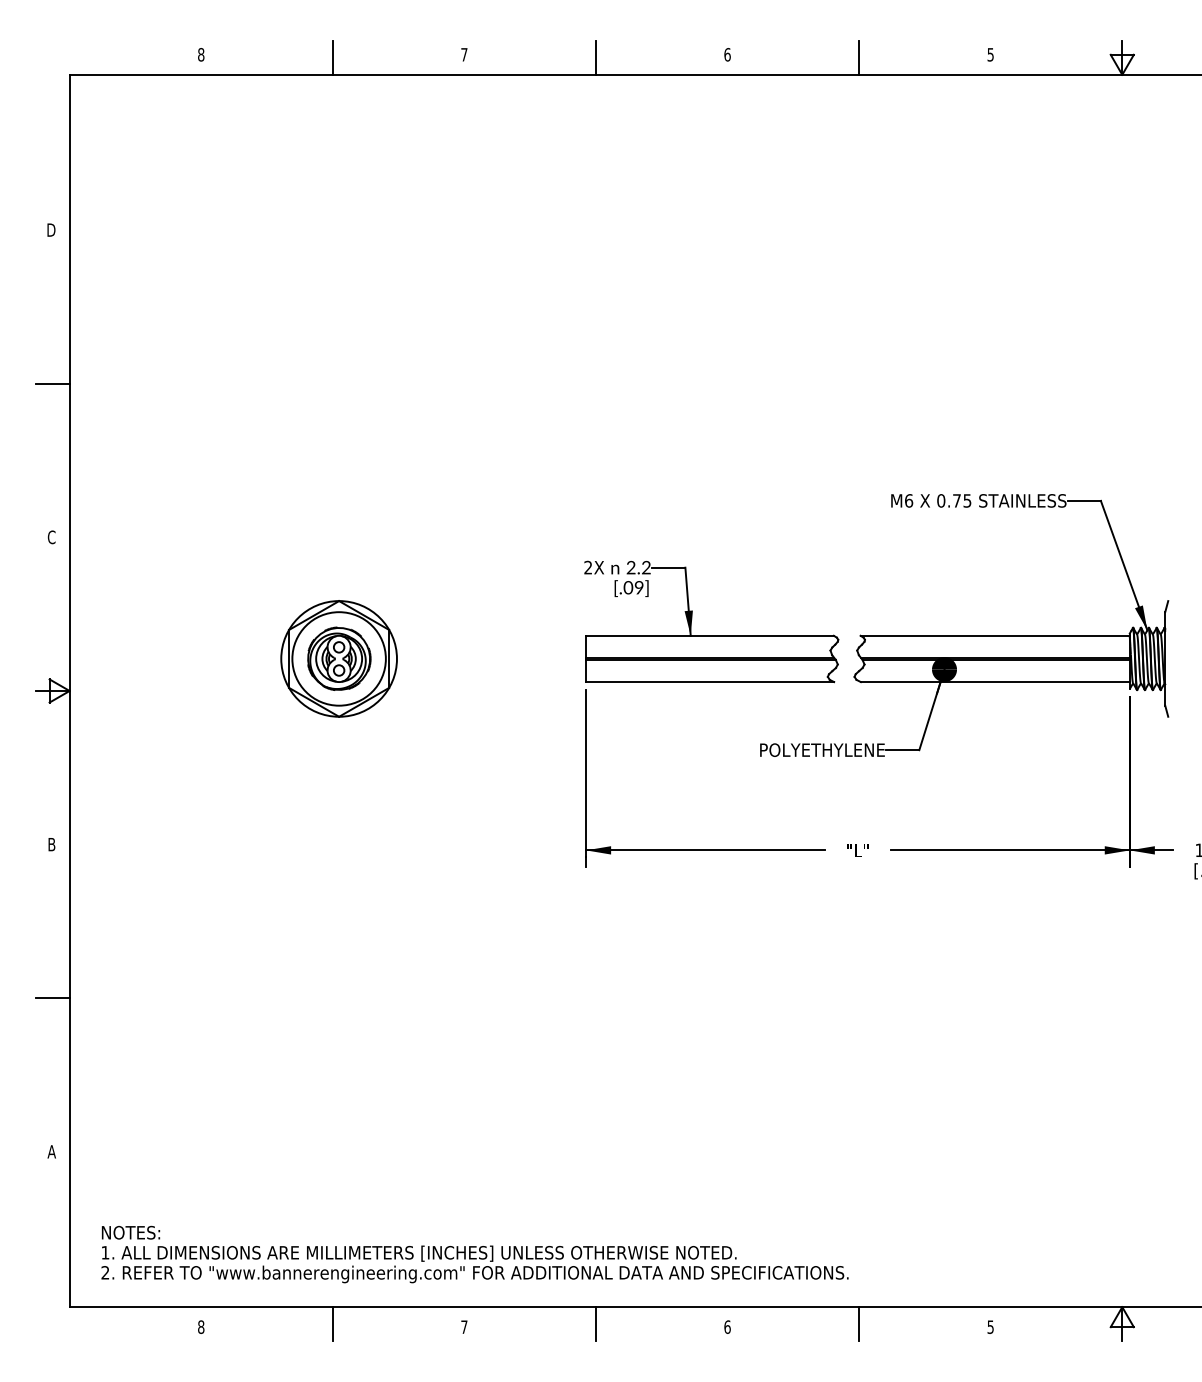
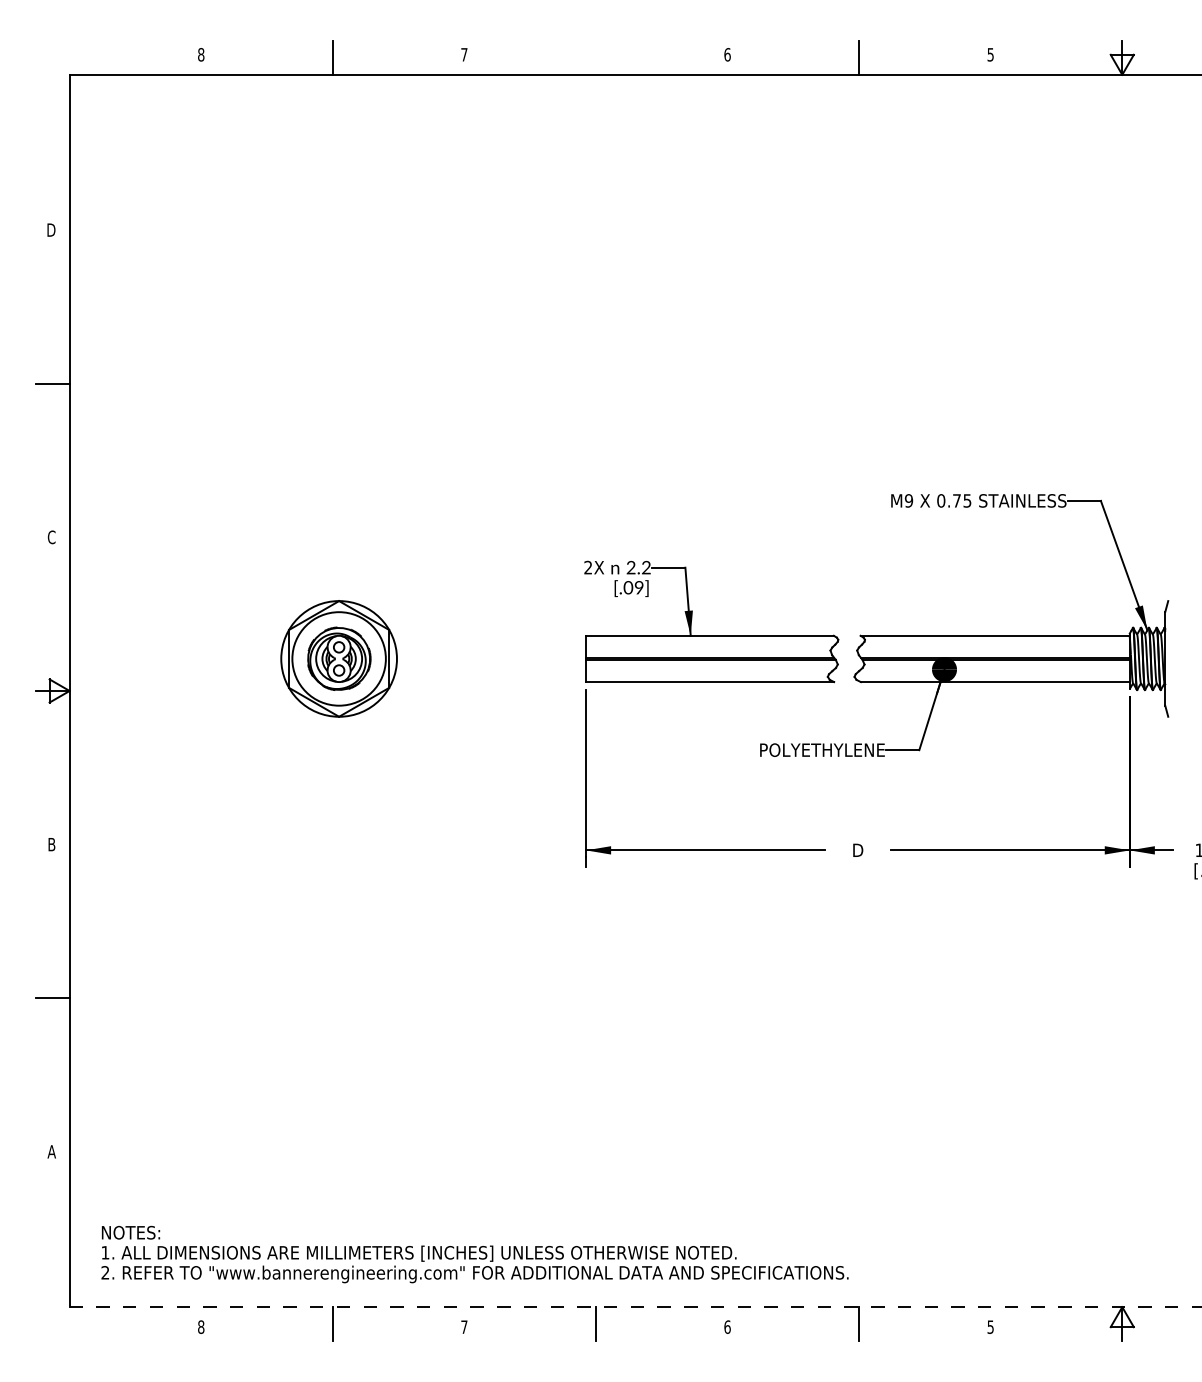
line at (595, 57): present -> none
text at (908, 500): M6 -> M9
text at (857, 849): "L" -> D
line at (635, 1307): solid -> dashed
